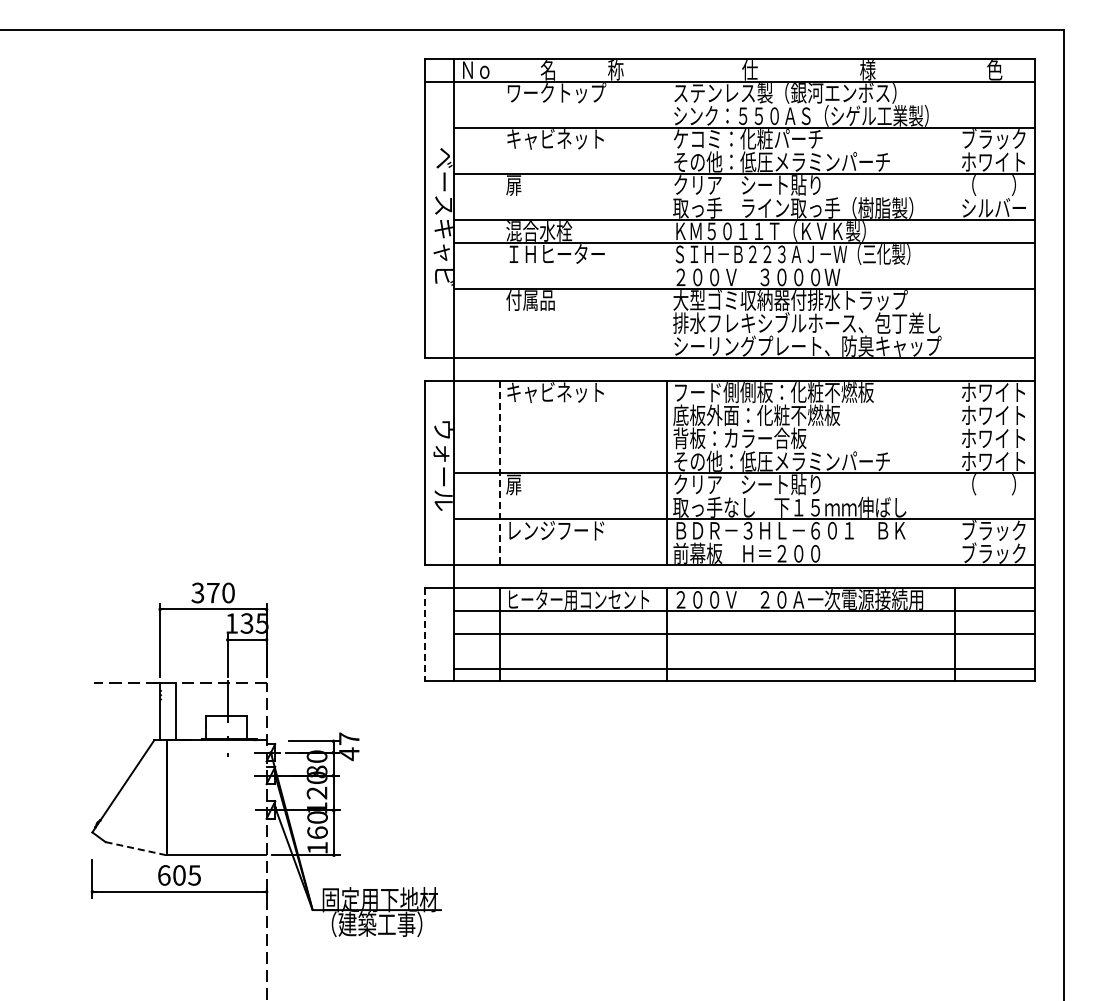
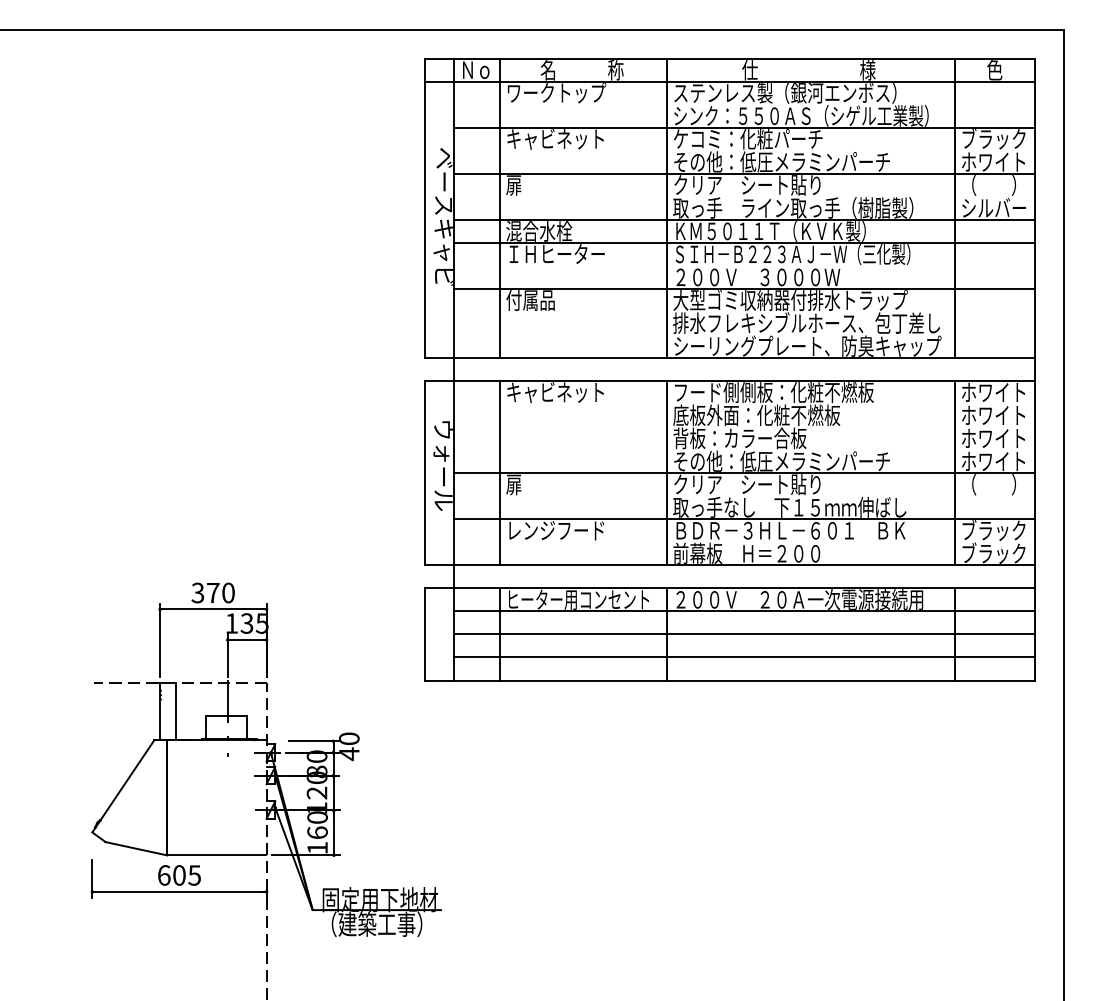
line at (499, 208): none -> present
line at (666, 208): none -> present
line at (954, 208): none -> present
line at (499, 473): dashed -> solid
line at (954, 473): none -> present
line at (424, 634): dashed -> solid
line at (744, 669) position: (744, 669) -> (744, 657)
text at (349, 738): 47 -> 40
line at (136, 848): dashed -> solid
